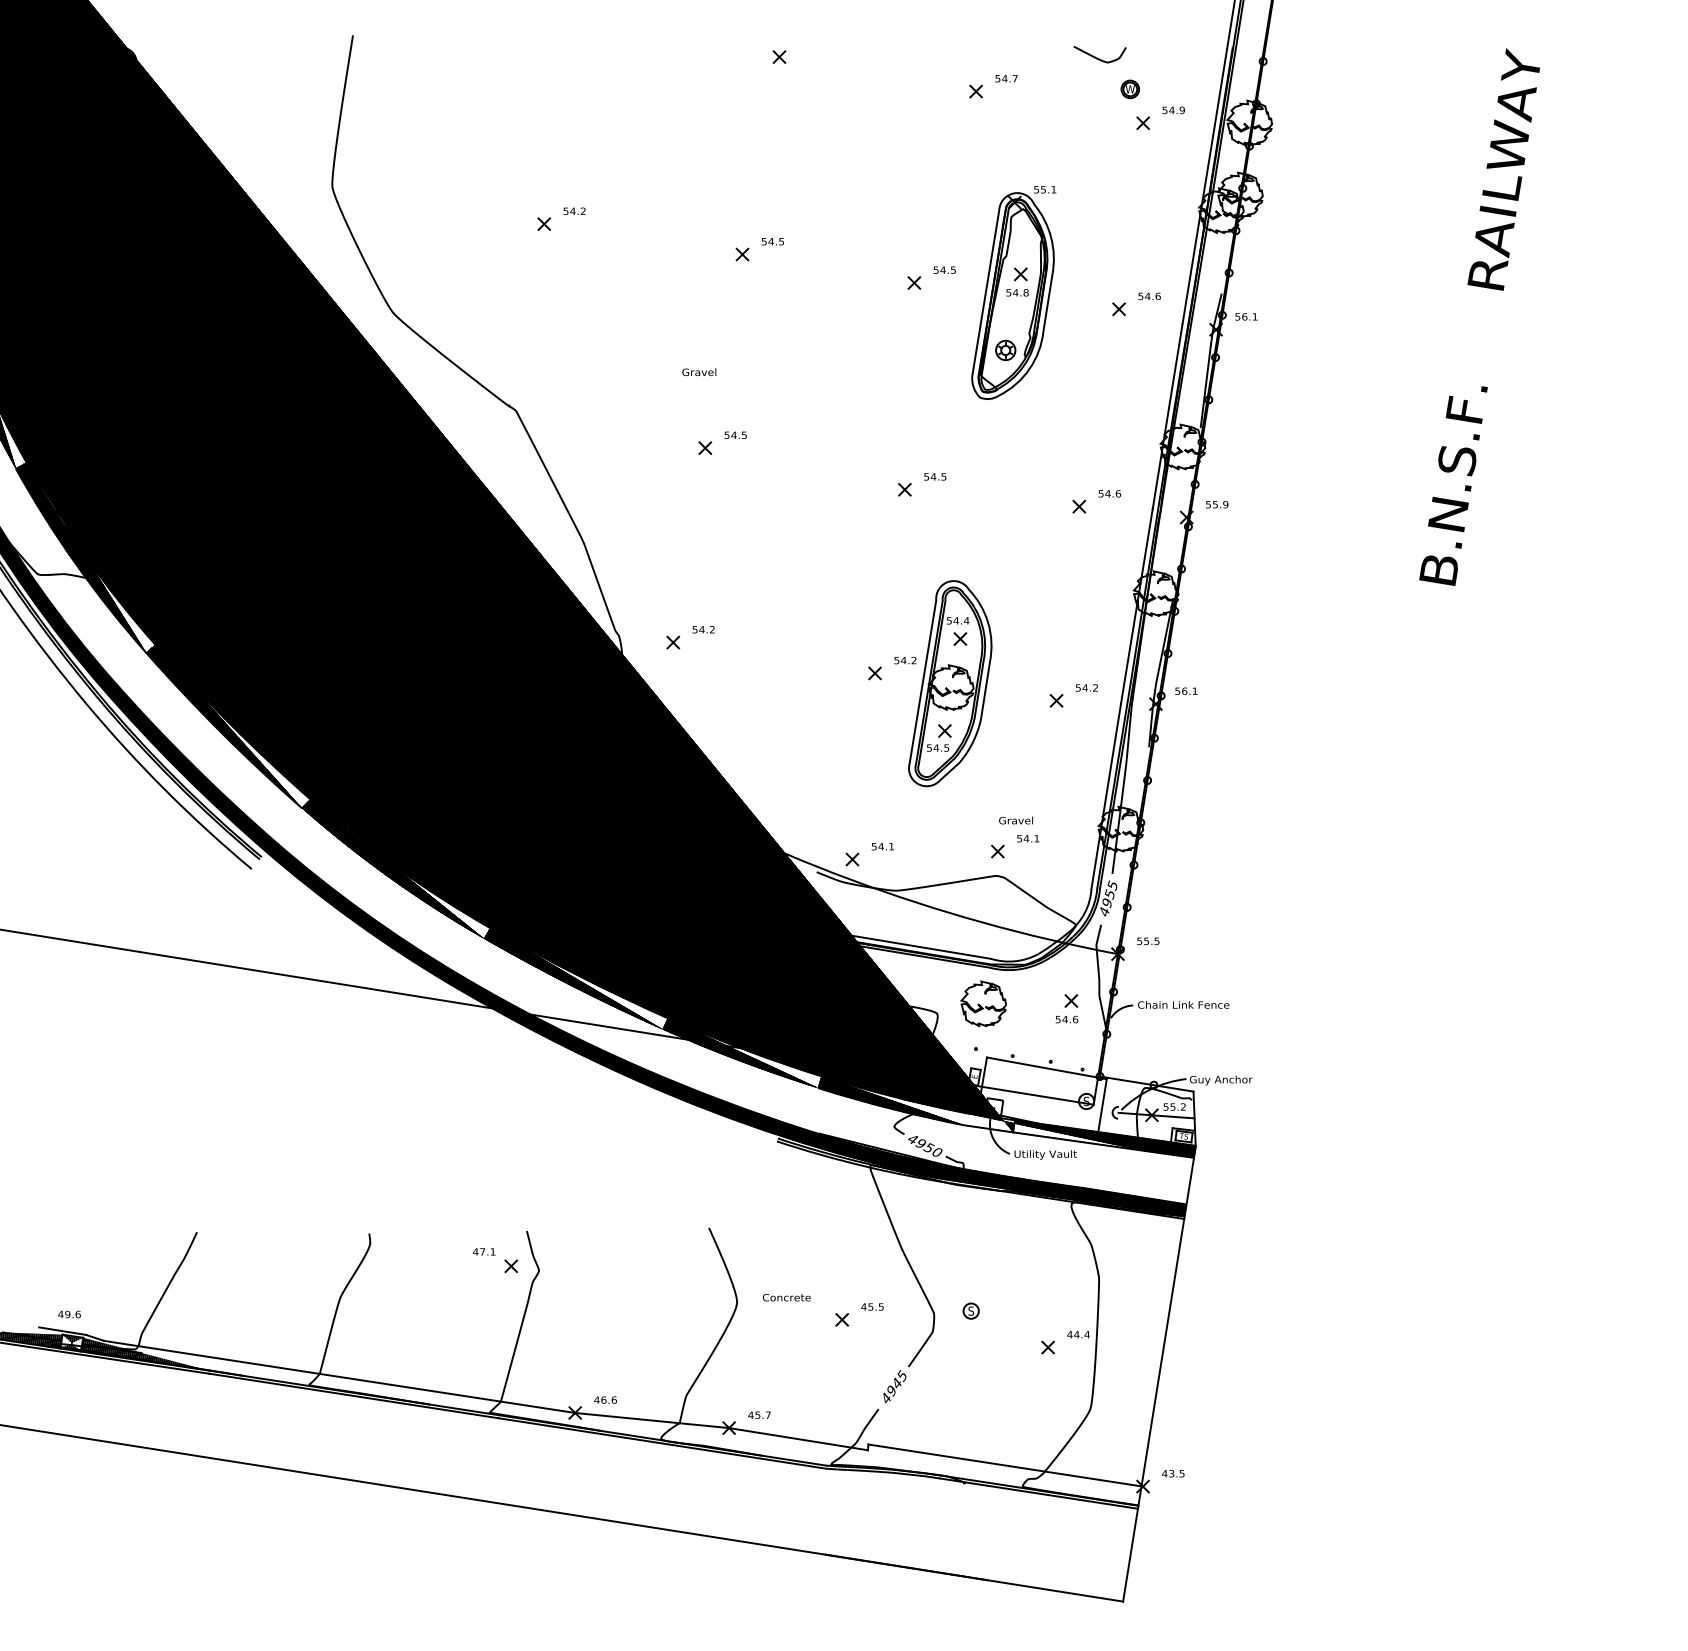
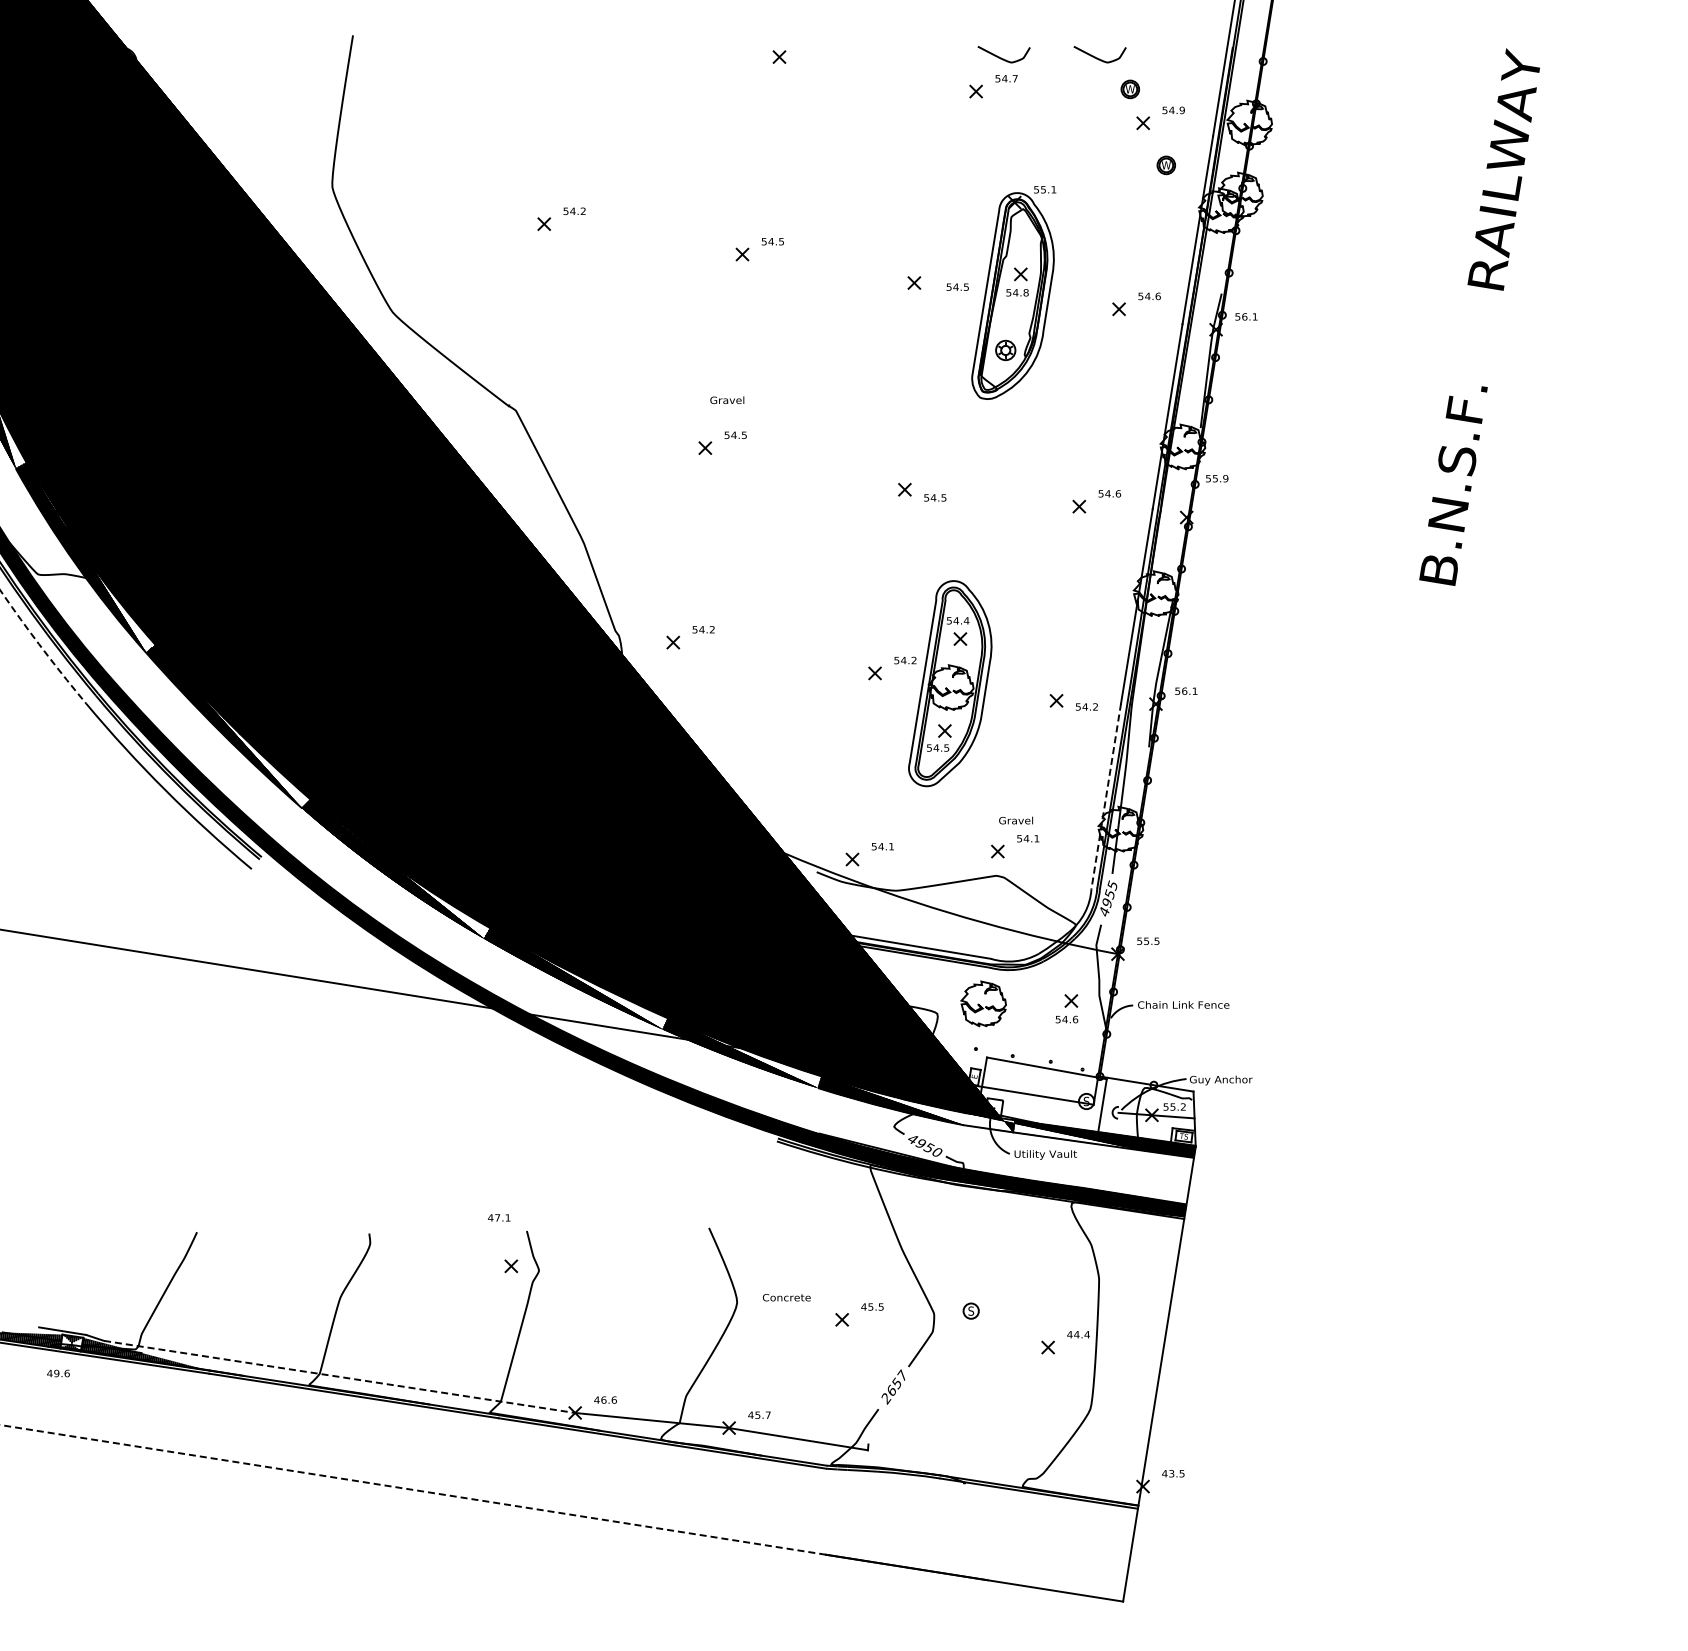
curve at (1001, 57): none -> present
part at (1165, 165): none -> present
text at (944, 269) position: (944, 269) -> (957, 286)
text at (699, 372) position: (699, 372) -> (727, 400)
text at (935, 476) position: (935, 476) -> (935, 497)
text at (1217, 504) position: (1217, 504) -> (1217, 478)
arc at (42, 648): solid -> dashed
text at (1086, 687) position: (1086, 687) -> (1086, 706)
line at (1106, 796): solid -> dashed
text at (484, 1251) position: (484, 1251) -> (499, 1217)
text at (69, 1314) position: (69, 1314) -> (58, 1373)
line at (340, 1377): solid -> dashed
text at (893, 1386): 4945 -> 2657
line at (1005, 1465): present -> none
line at (413, 1489): solid -> dashed
